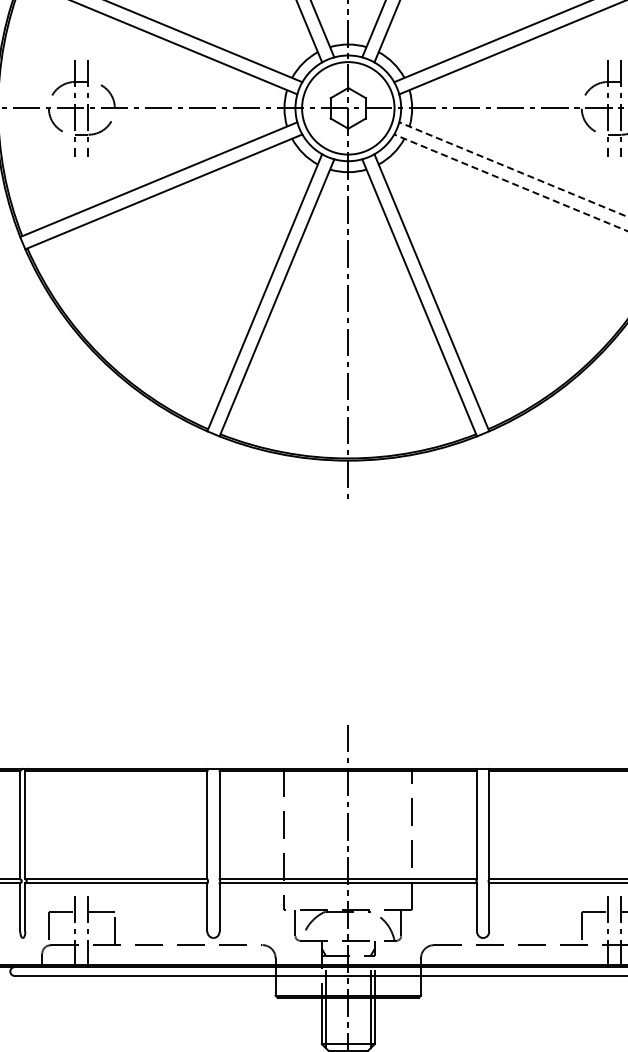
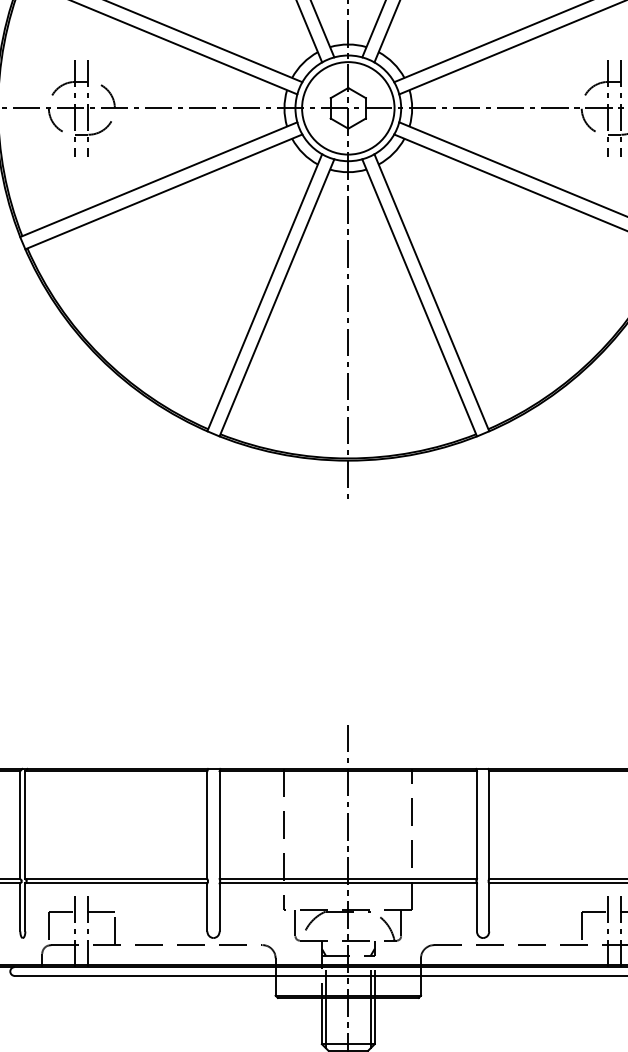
line at (512, 169): dashed -> solid
line at (510, 182): dashed -> solid
